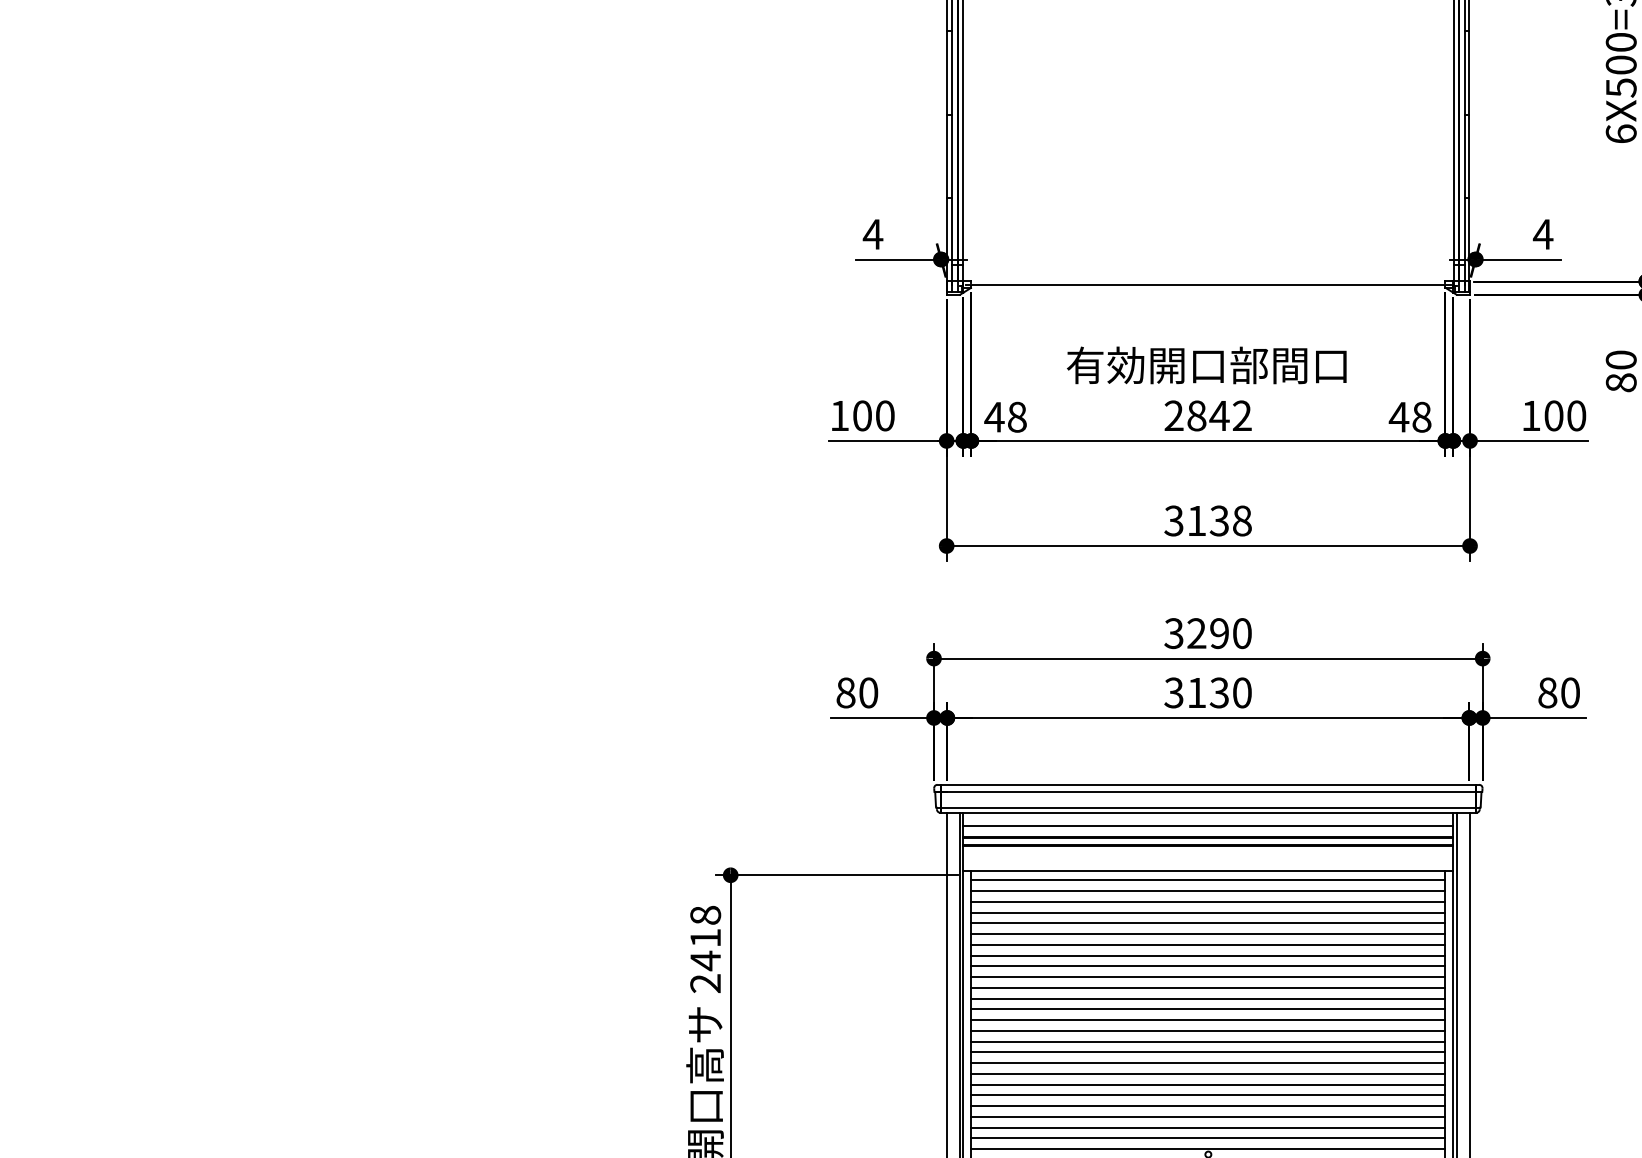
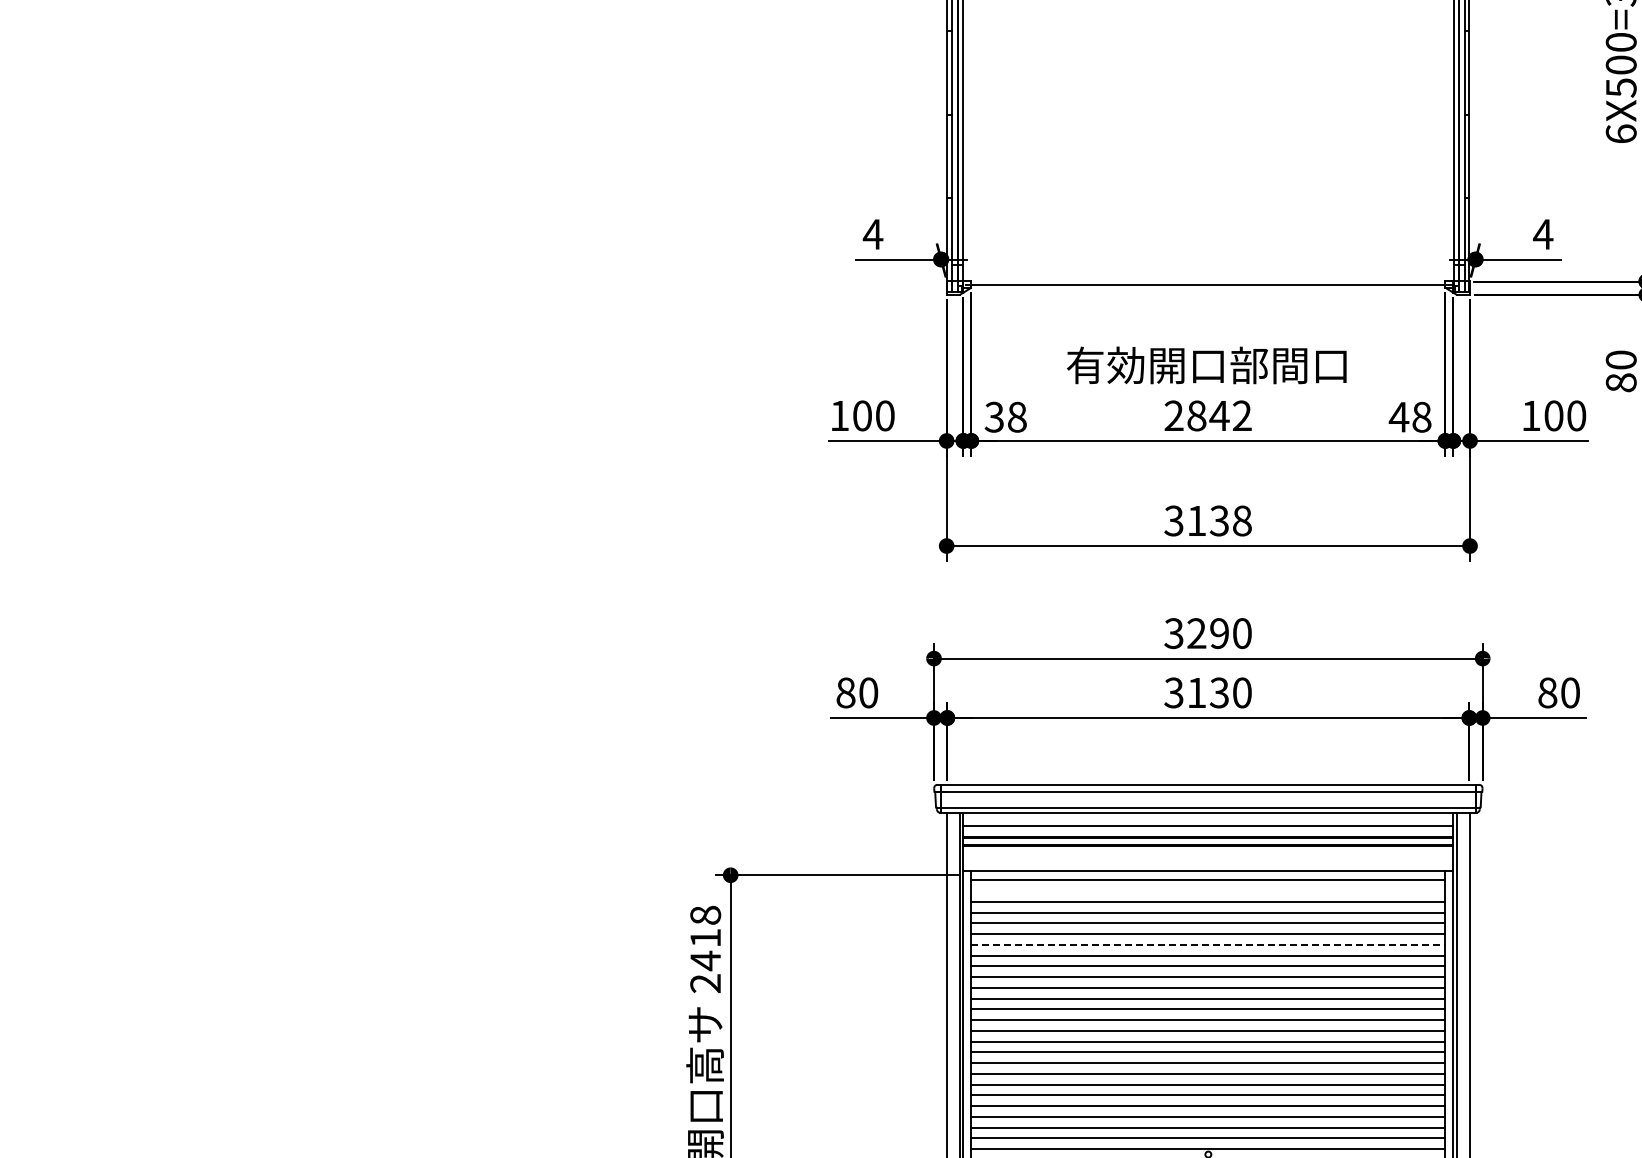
text at (994, 416): 48 -> 38
line at (1208, 891): present -> none
line at (1208, 944): solid -> dashed
